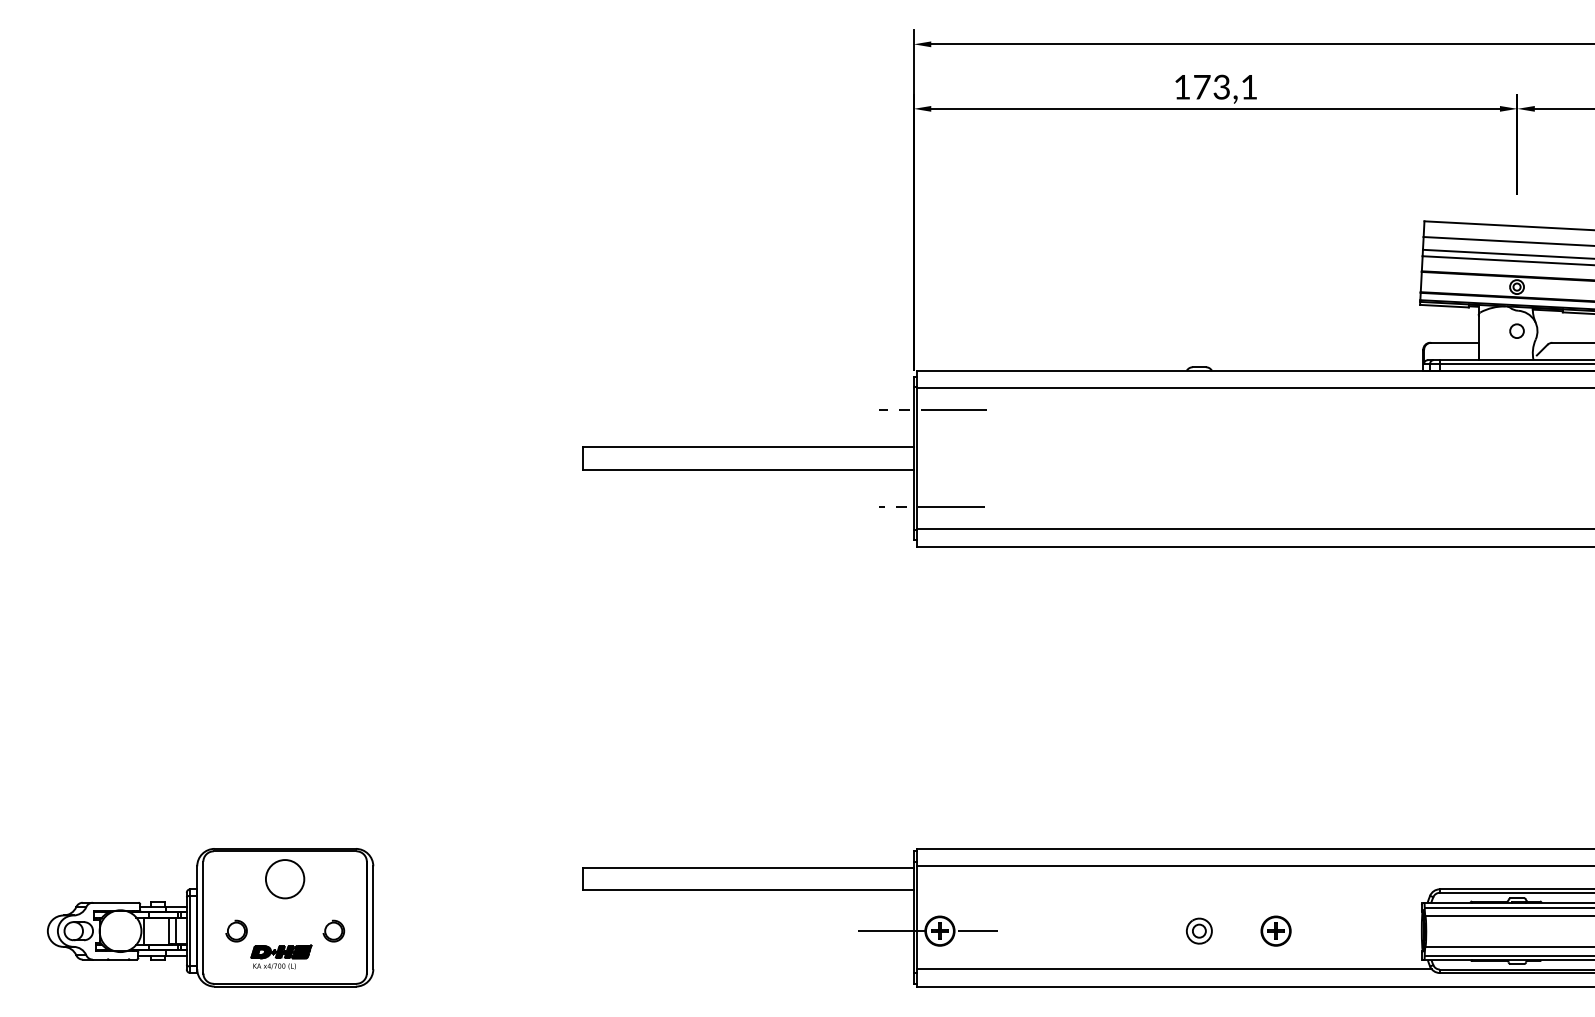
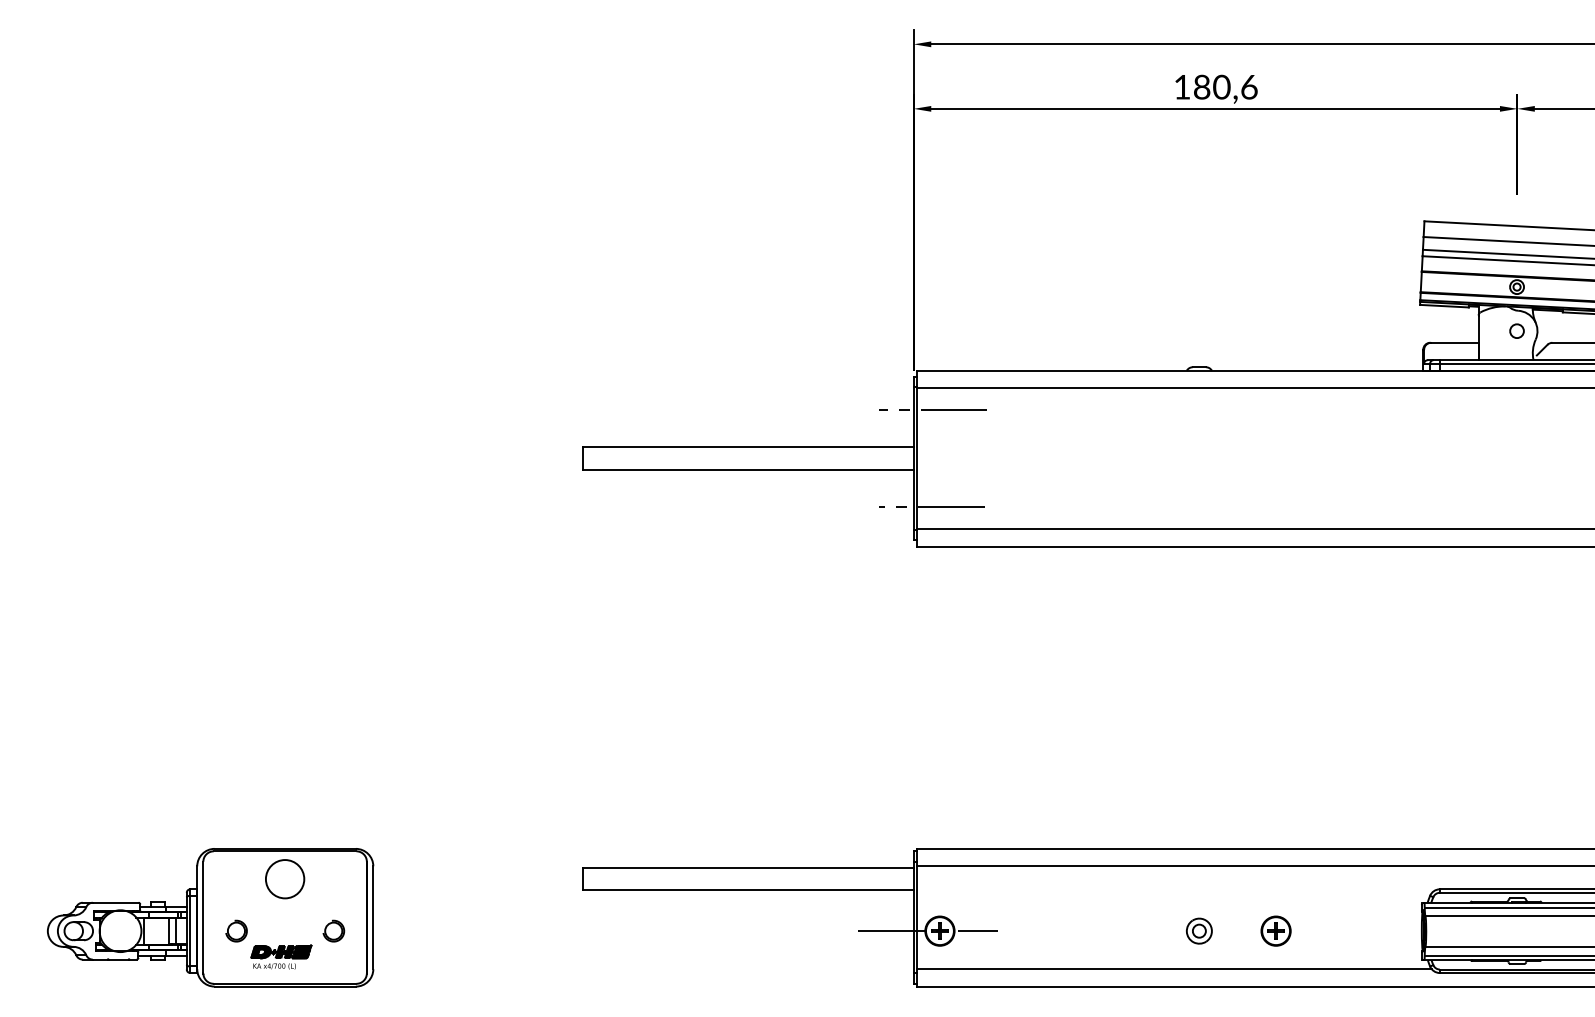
text at (1225, 86): 173,1 -> 180,6
